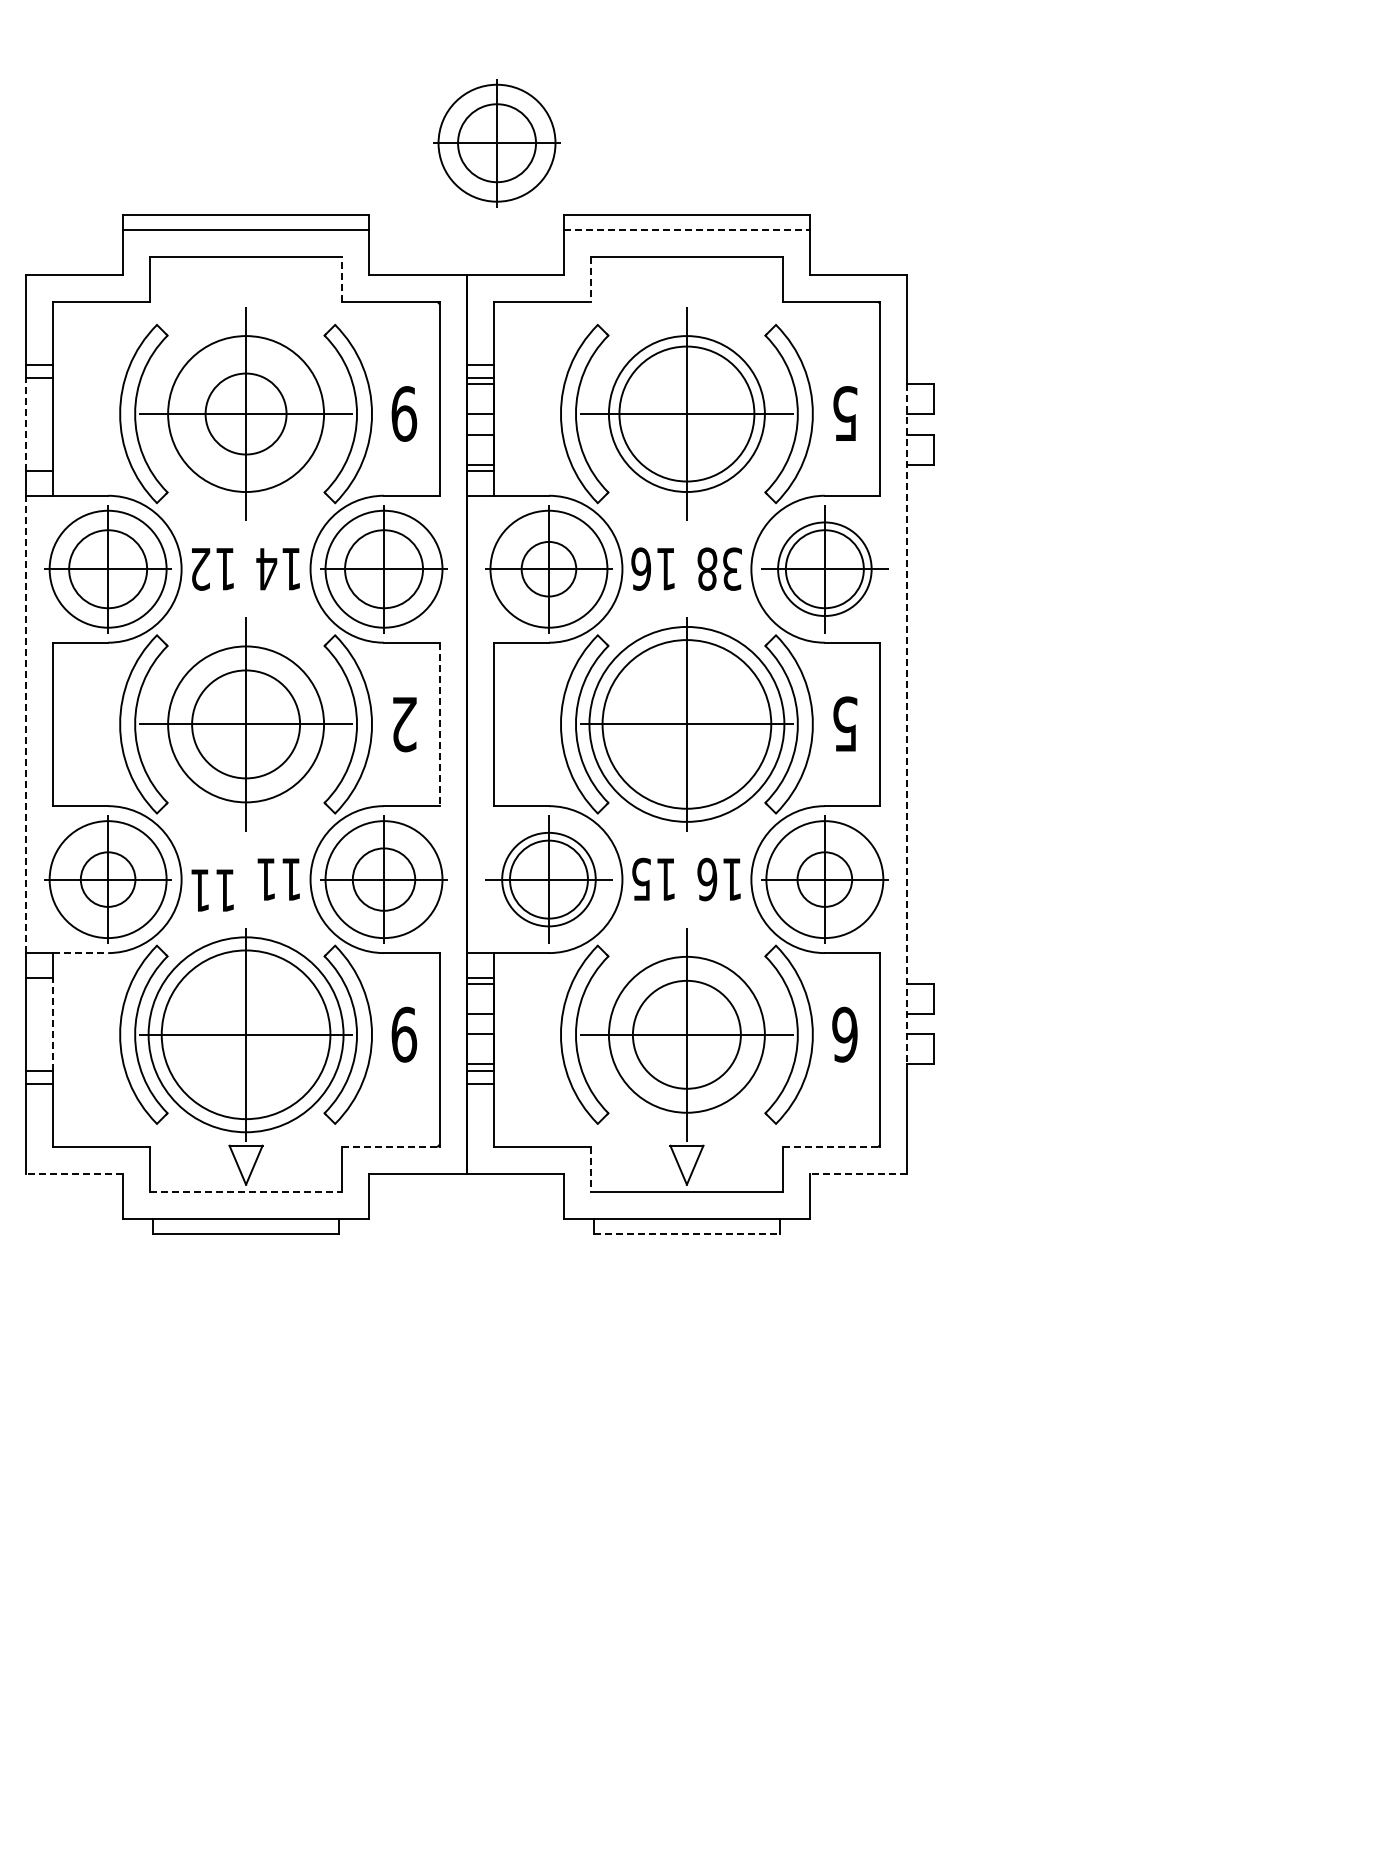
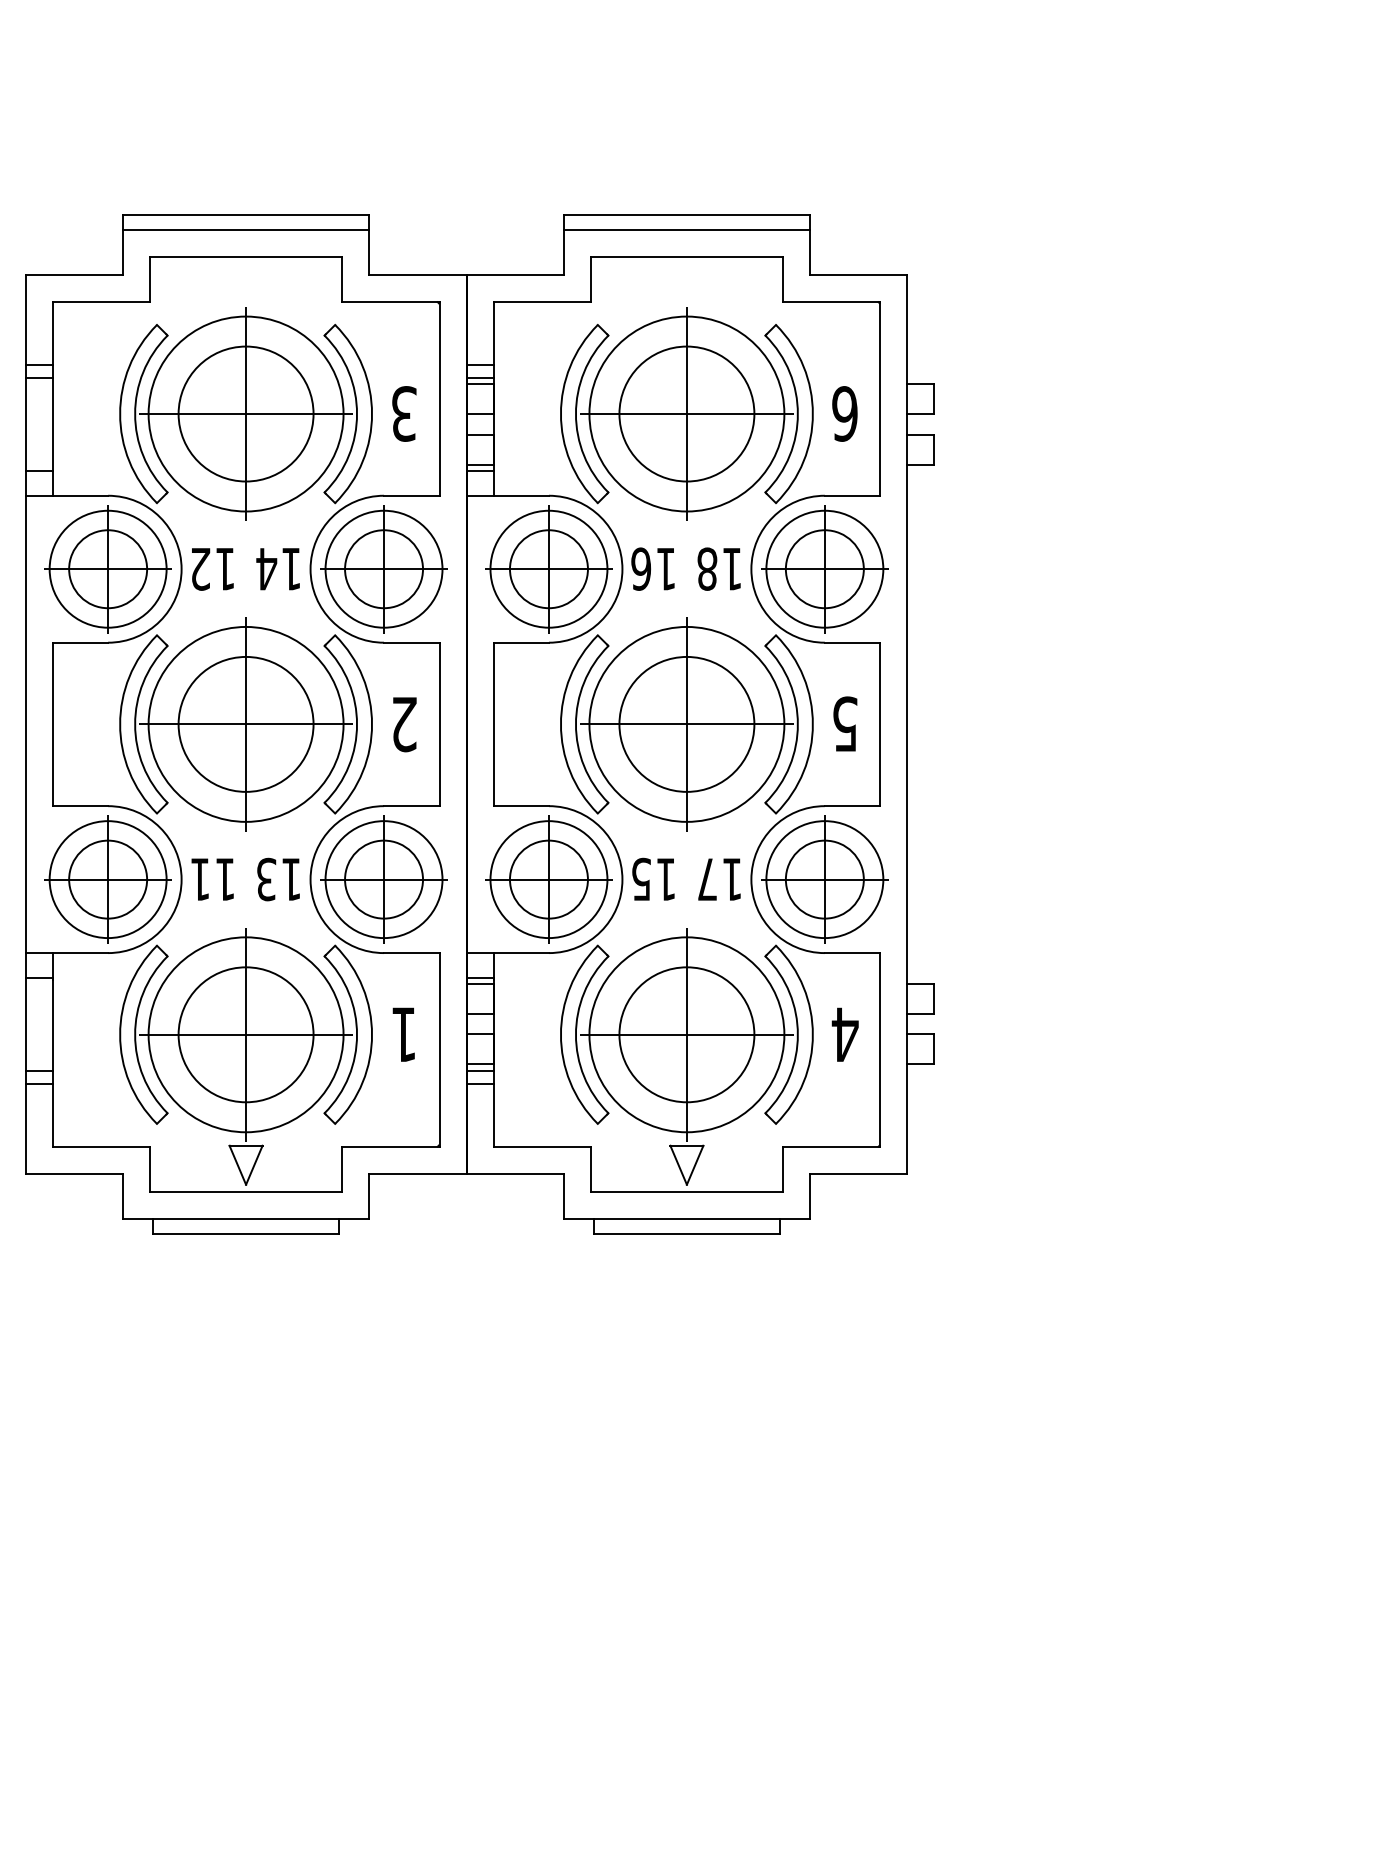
part at (496, 143): present -> none
line at (686, 229): dashed -> solid
line at (342, 278): dashed -> solid
line at (590, 279): dashed -> solid
circle at (245, 413) diameter: 81 px -> 135 px
text at (404, 413): 9 -> 3
text at (844, 413): 5 -> 6
circle at (246, 414) diameter: 156 px -> 195 px
circle at (686, 414) diameter: 156 px -> 195 px
line at (25, 424): dashed -> solid
circle at (548, 568) diameter: 55 px -> 78 px
text at (732, 568): 38 -> 18
circle at (824, 569) diameter: 94 px -> 117 px
line at (25, 724): dashed -> solid
circle at (246, 724) diameter: 108 px -> 135 px
circle at (246, 724) diameter: 156 px -> 195 px
line at (439, 724): dashed -> solid
circle at (686, 724) diameter: 169 px -> 135 px
line at (907, 724): dashed -> solid
circle at (107, 879) diameter: 55 px -> 78 px
text at (266, 879): 11 -> 13
circle at (383, 879) diameter: 62 px -> 78 px
circle at (548, 879) diameter: 94 px -> 117 px
text at (707, 879): 16 -> 17
circle at (824, 879) diameter: 55 px -> 78 px
text at (212, 890) position: (212, 890) -> (212, 879)
line at (80, 953): dashed -> solid
line at (52, 1024): dashed -> solid
circle at (245, 1034) diameter: 169 px -> 135 px
text at (404, 1034): 9 -> 1
circle at (686, 1034) diameter: 108 px -> 135 px
circle at (686, 1034) diameter: 156 px -> 195 px
text at (844, 1034): 6 -> 4
line at (390, 1147): dashed -> solid
line at (831, 1147): dashed -> solid
line at (590, 1170): dashed -> solid
line at (74, 1174): dashed -> solid
line at (858, 1174): dashed -> solid
line at (246, 1192): dashed -> solid
line at (686, 1234): dashed -> solid
